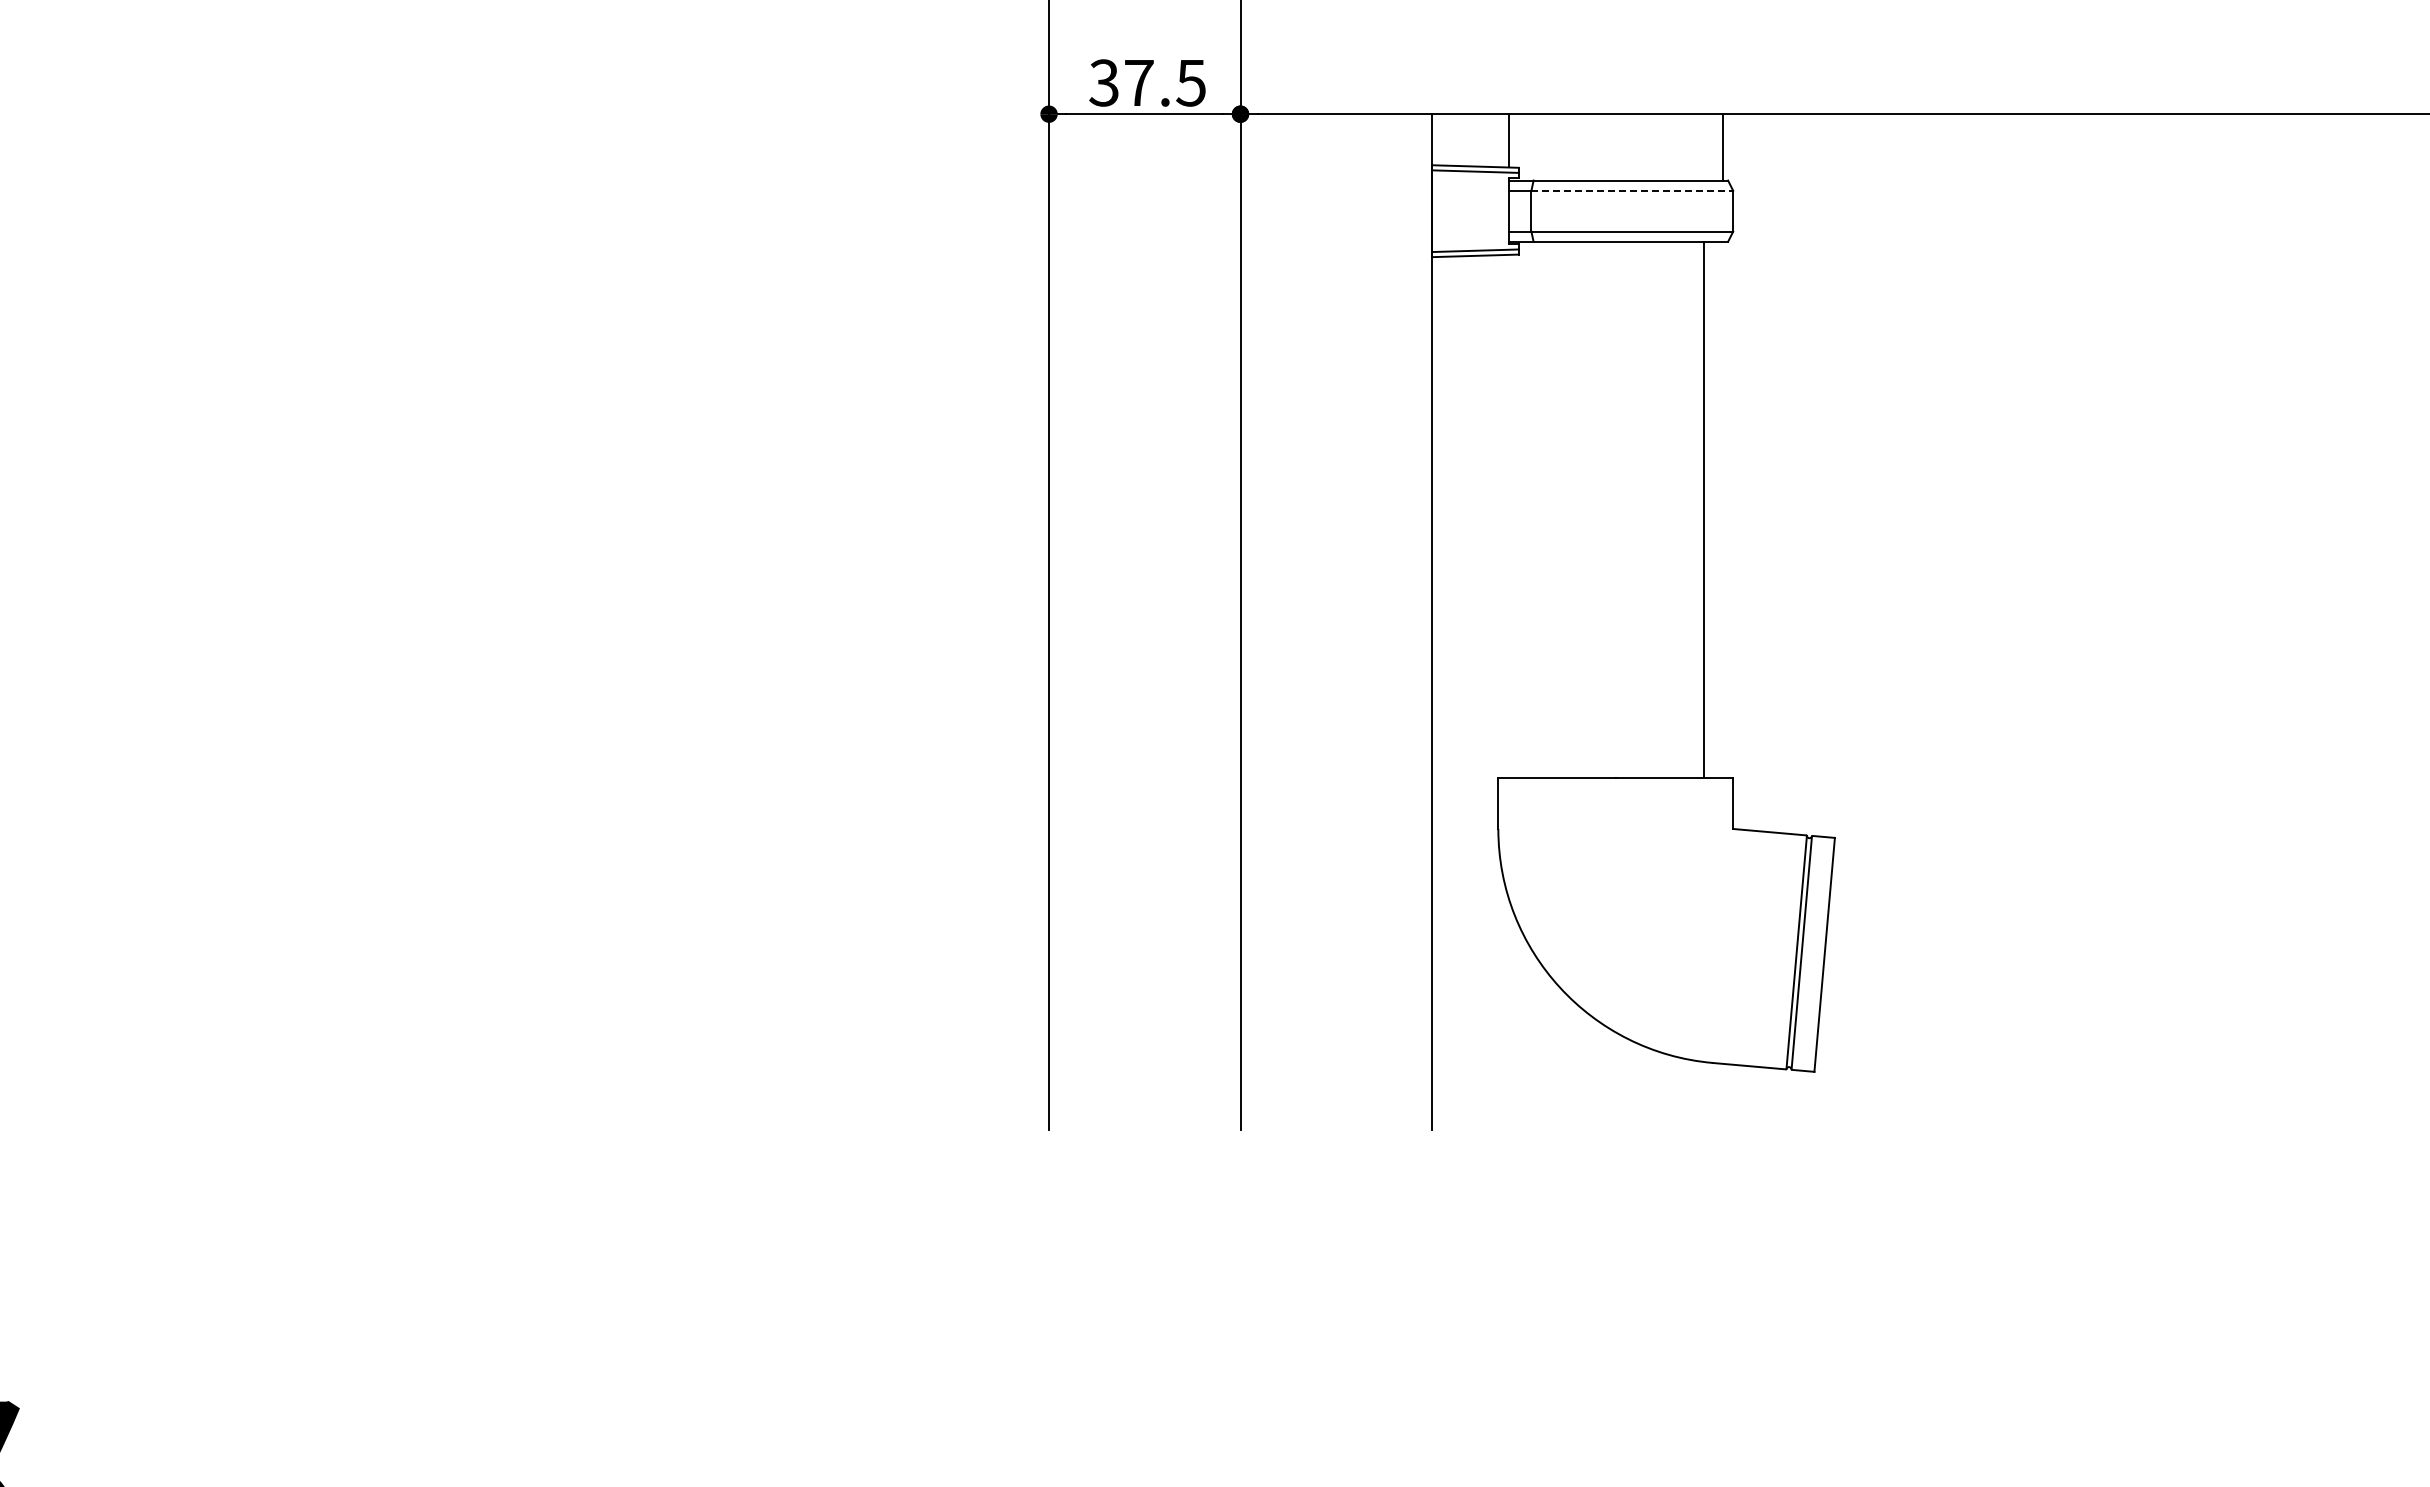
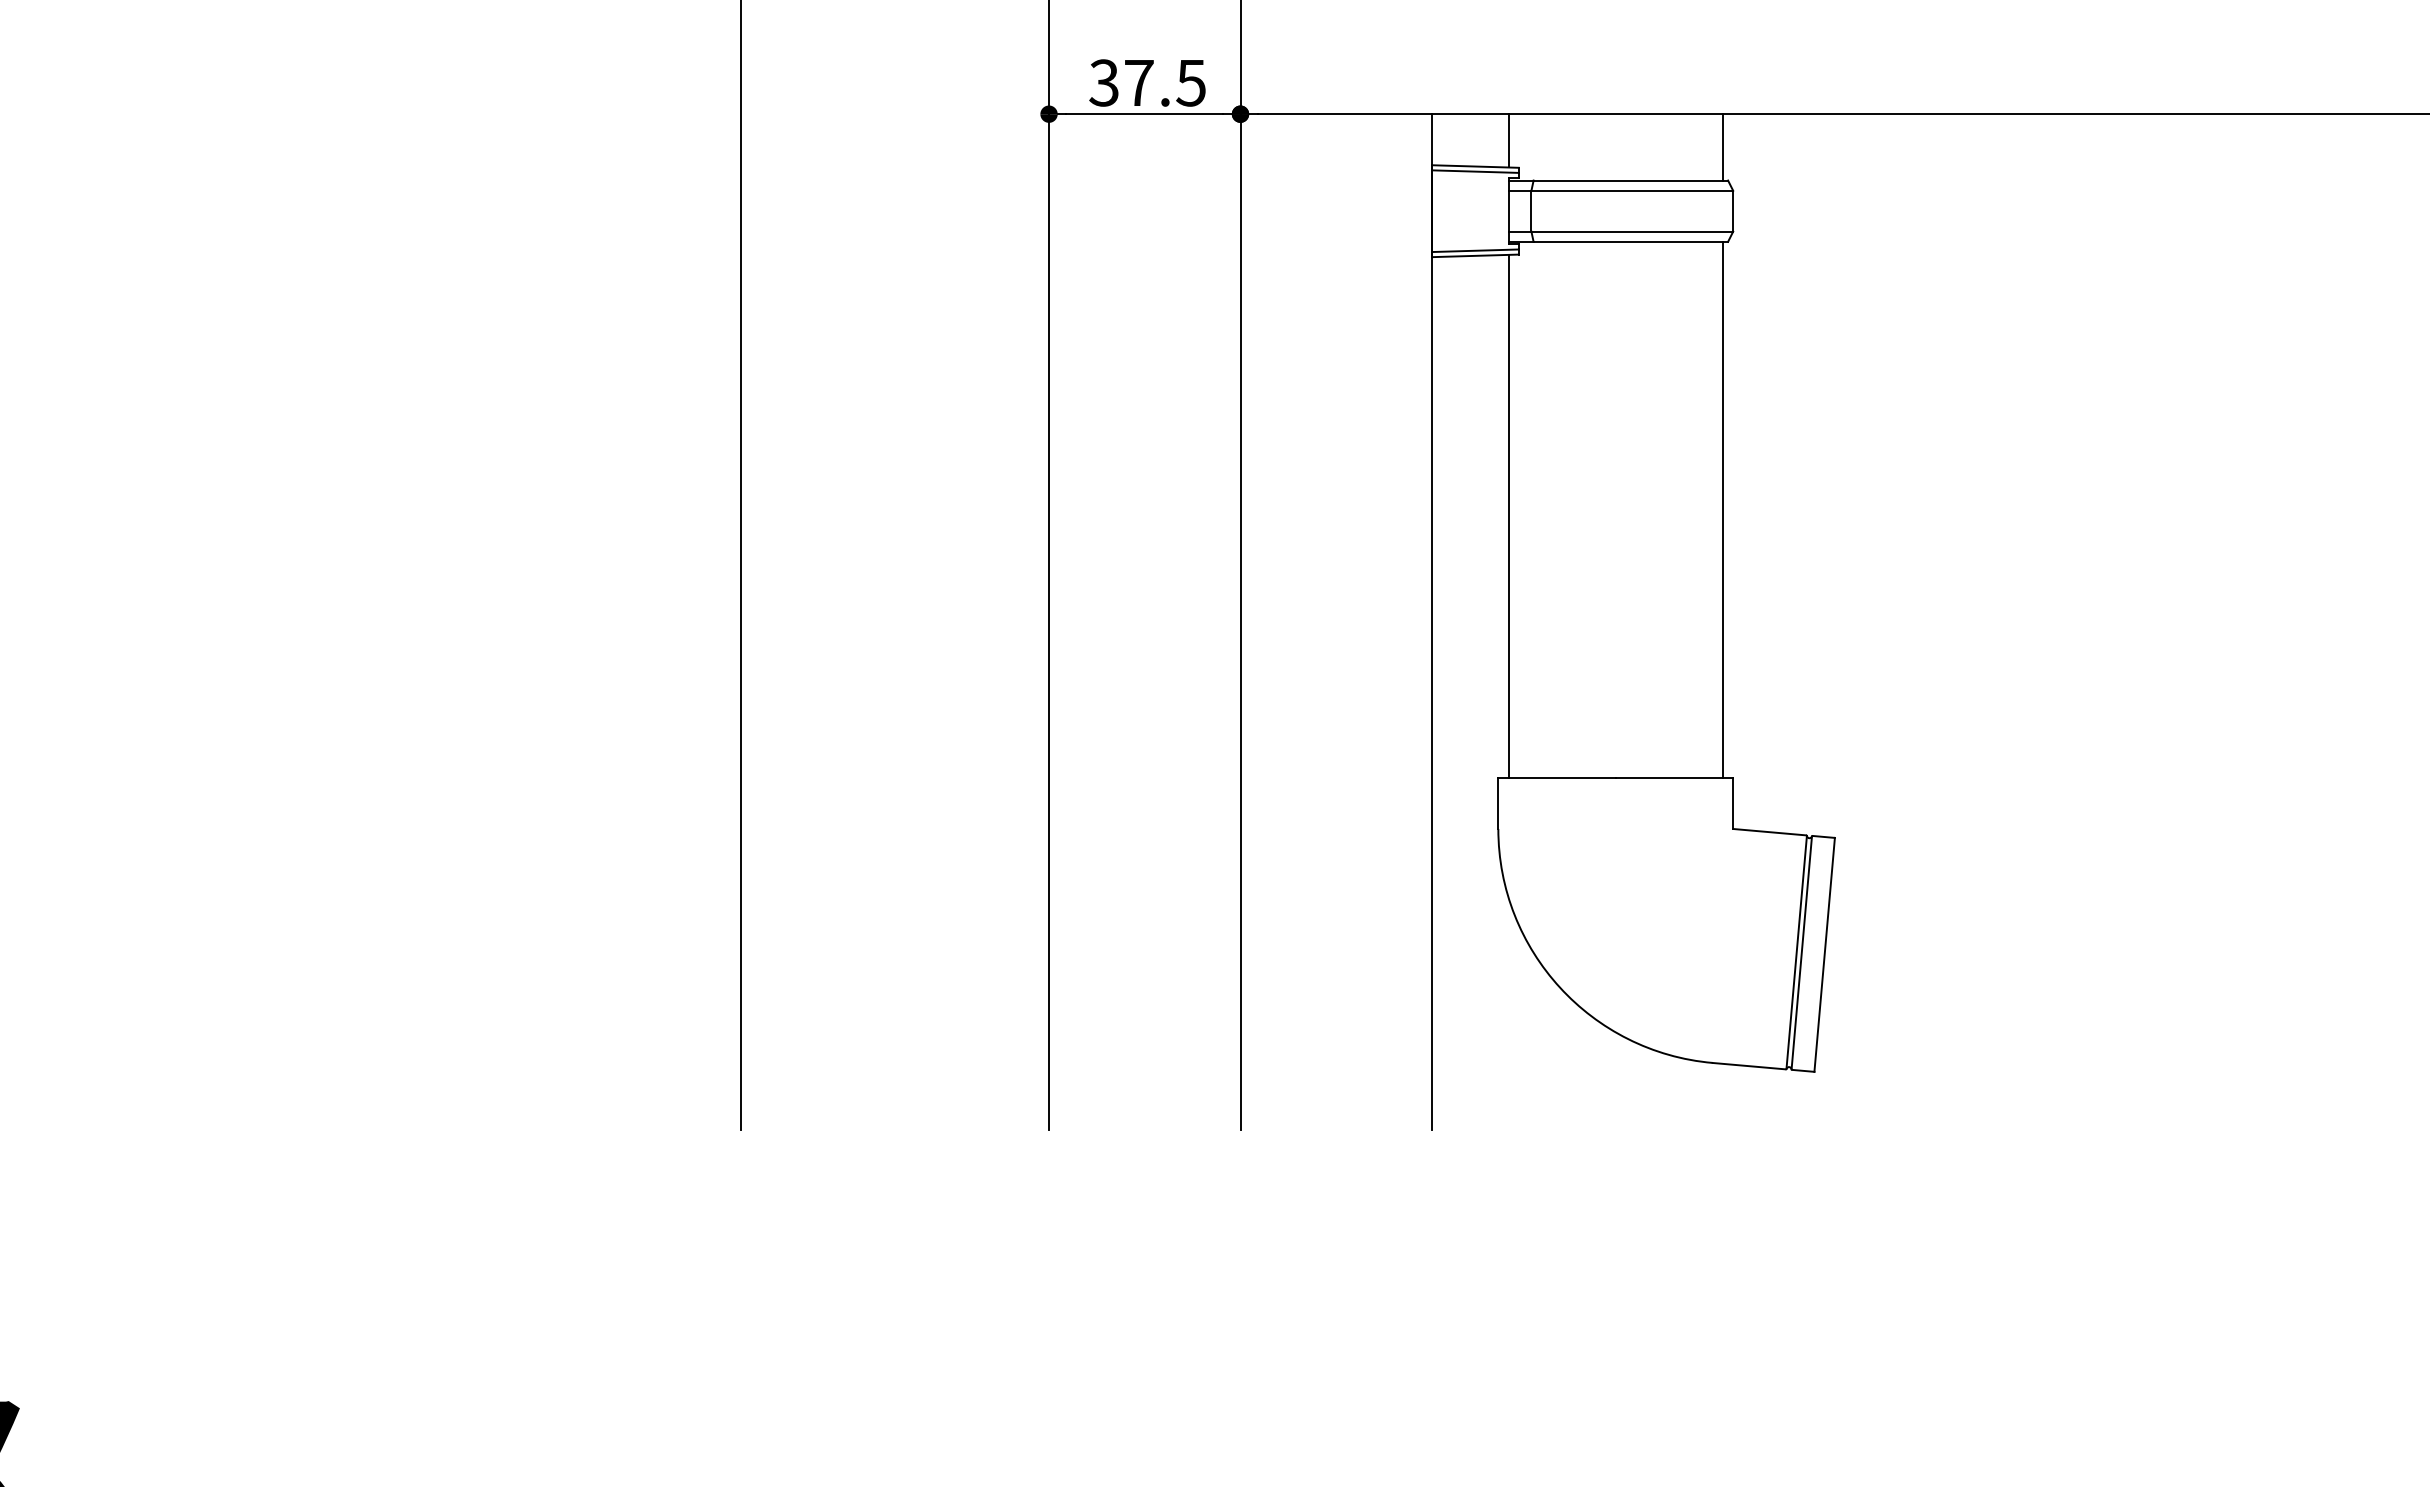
line at (1632, 190): dashed -> solid
line at (1703, 509) position: (1703, 509) -> (1722, 509)
line at (1508, 515): none -> present
line at (741, 566): none -> present
